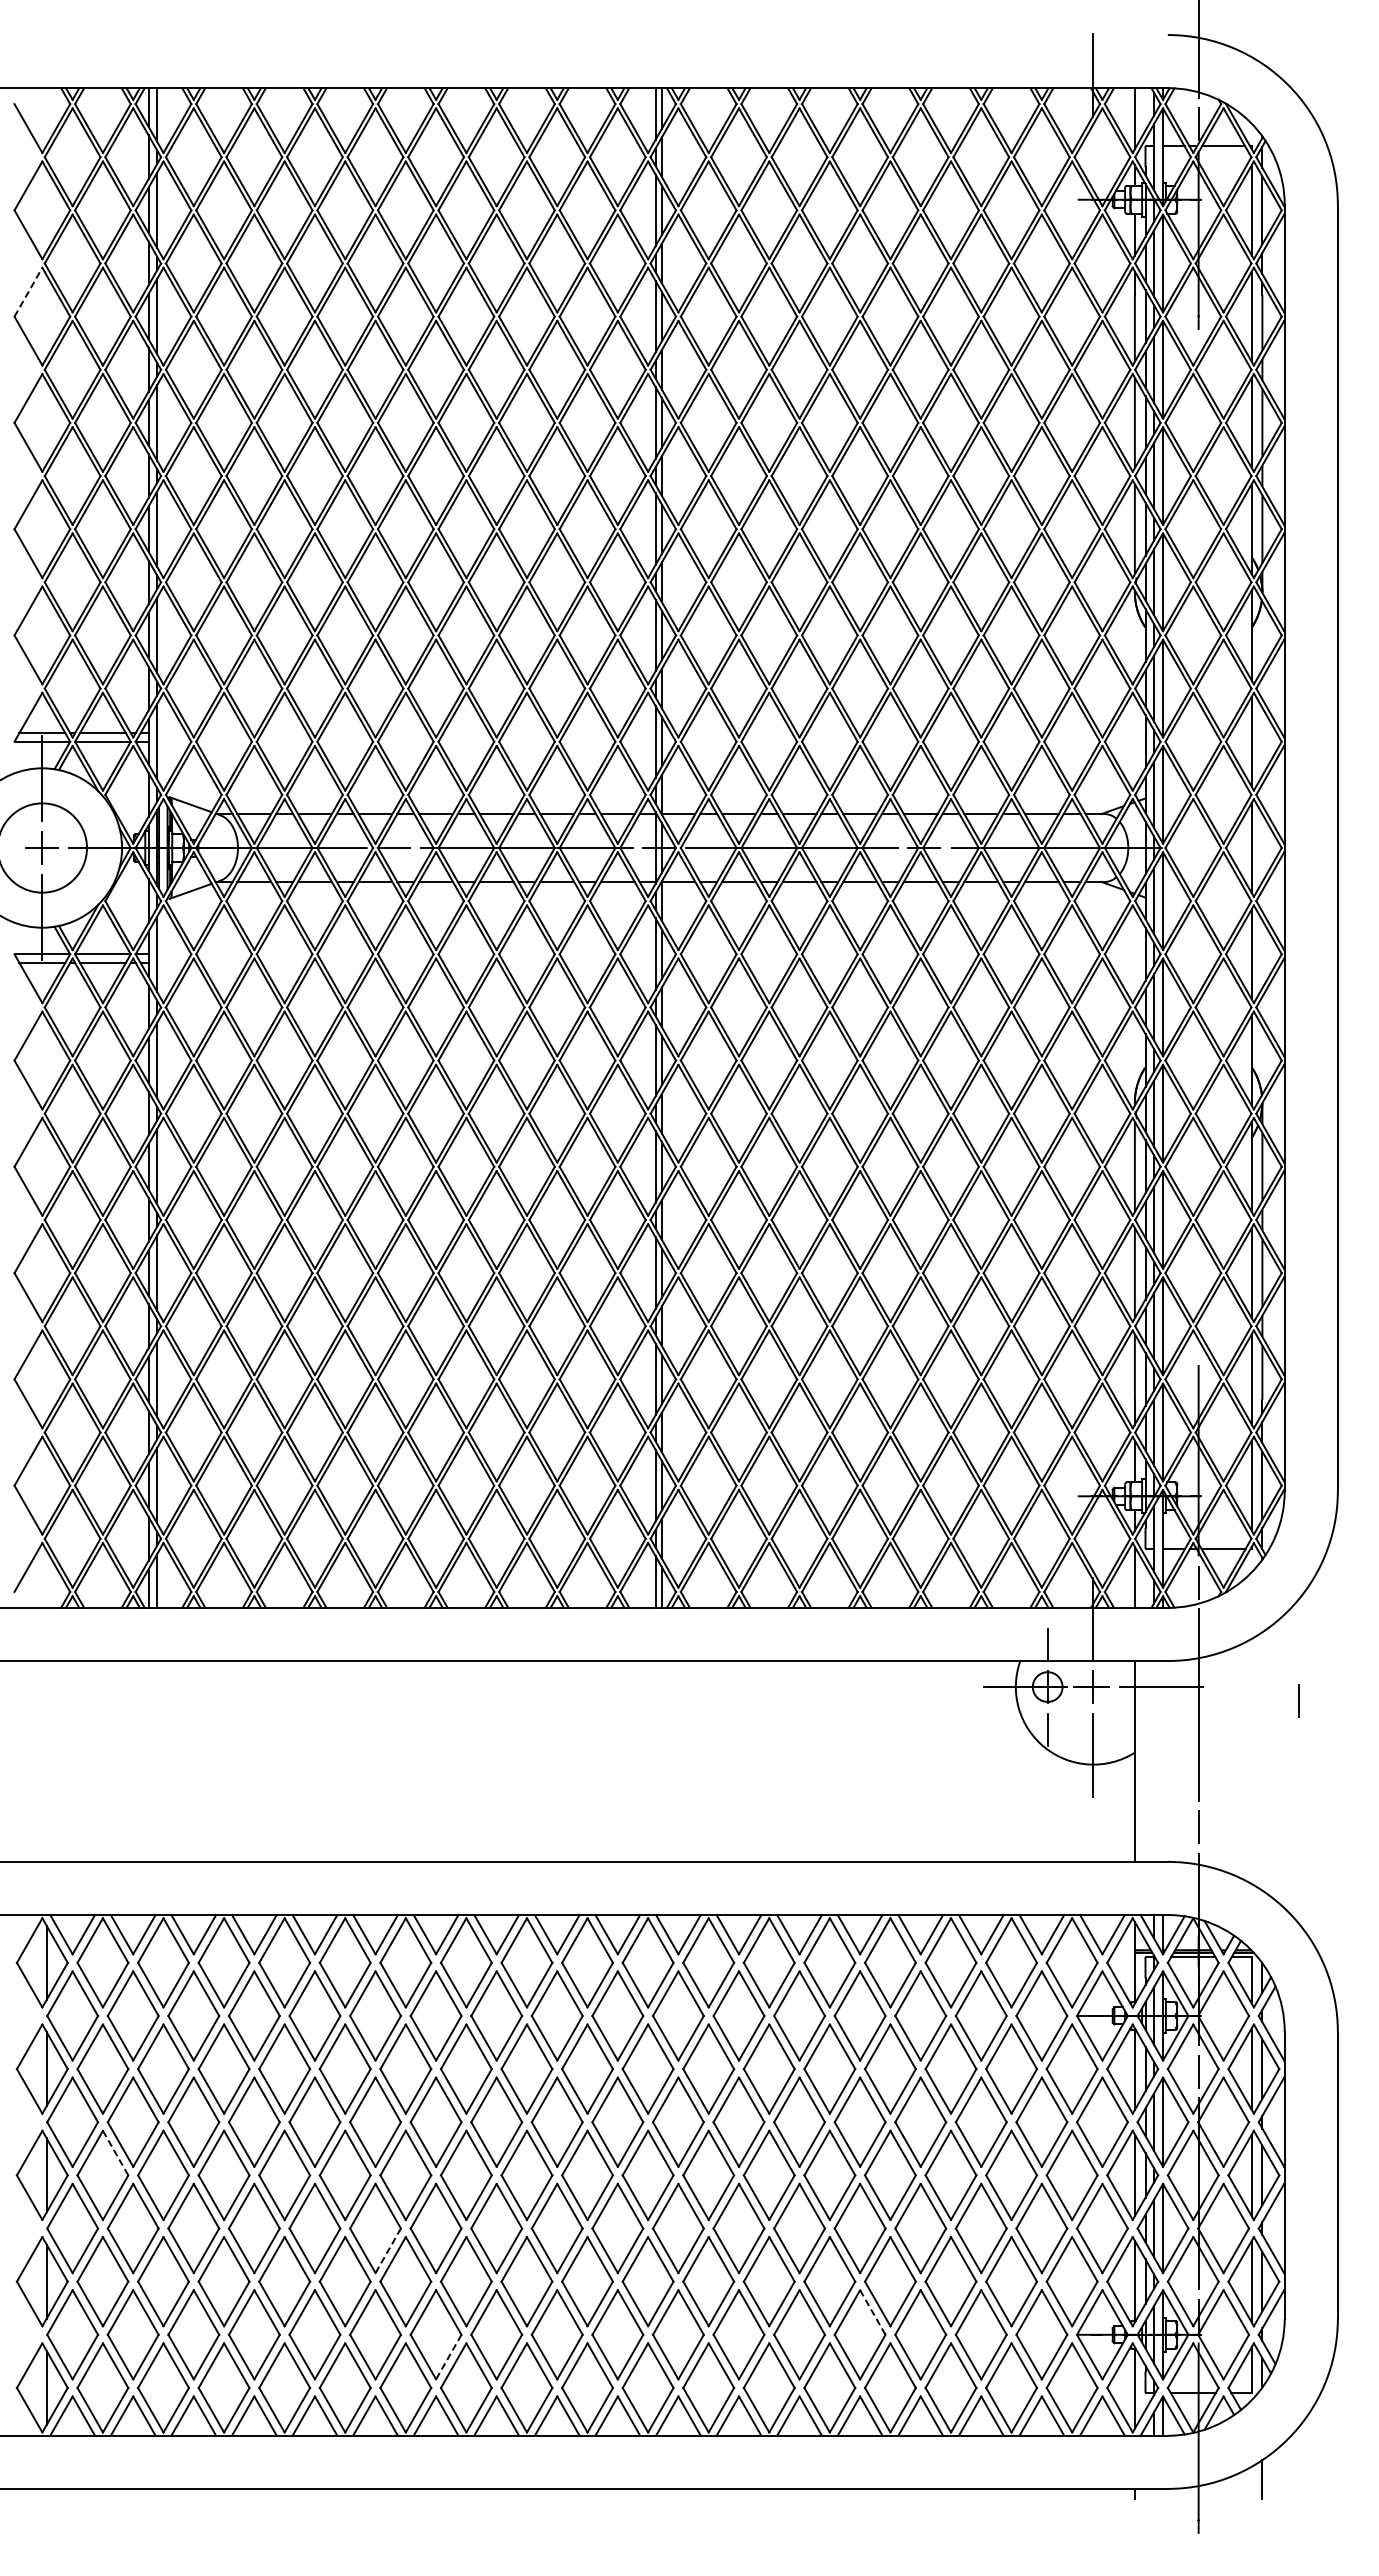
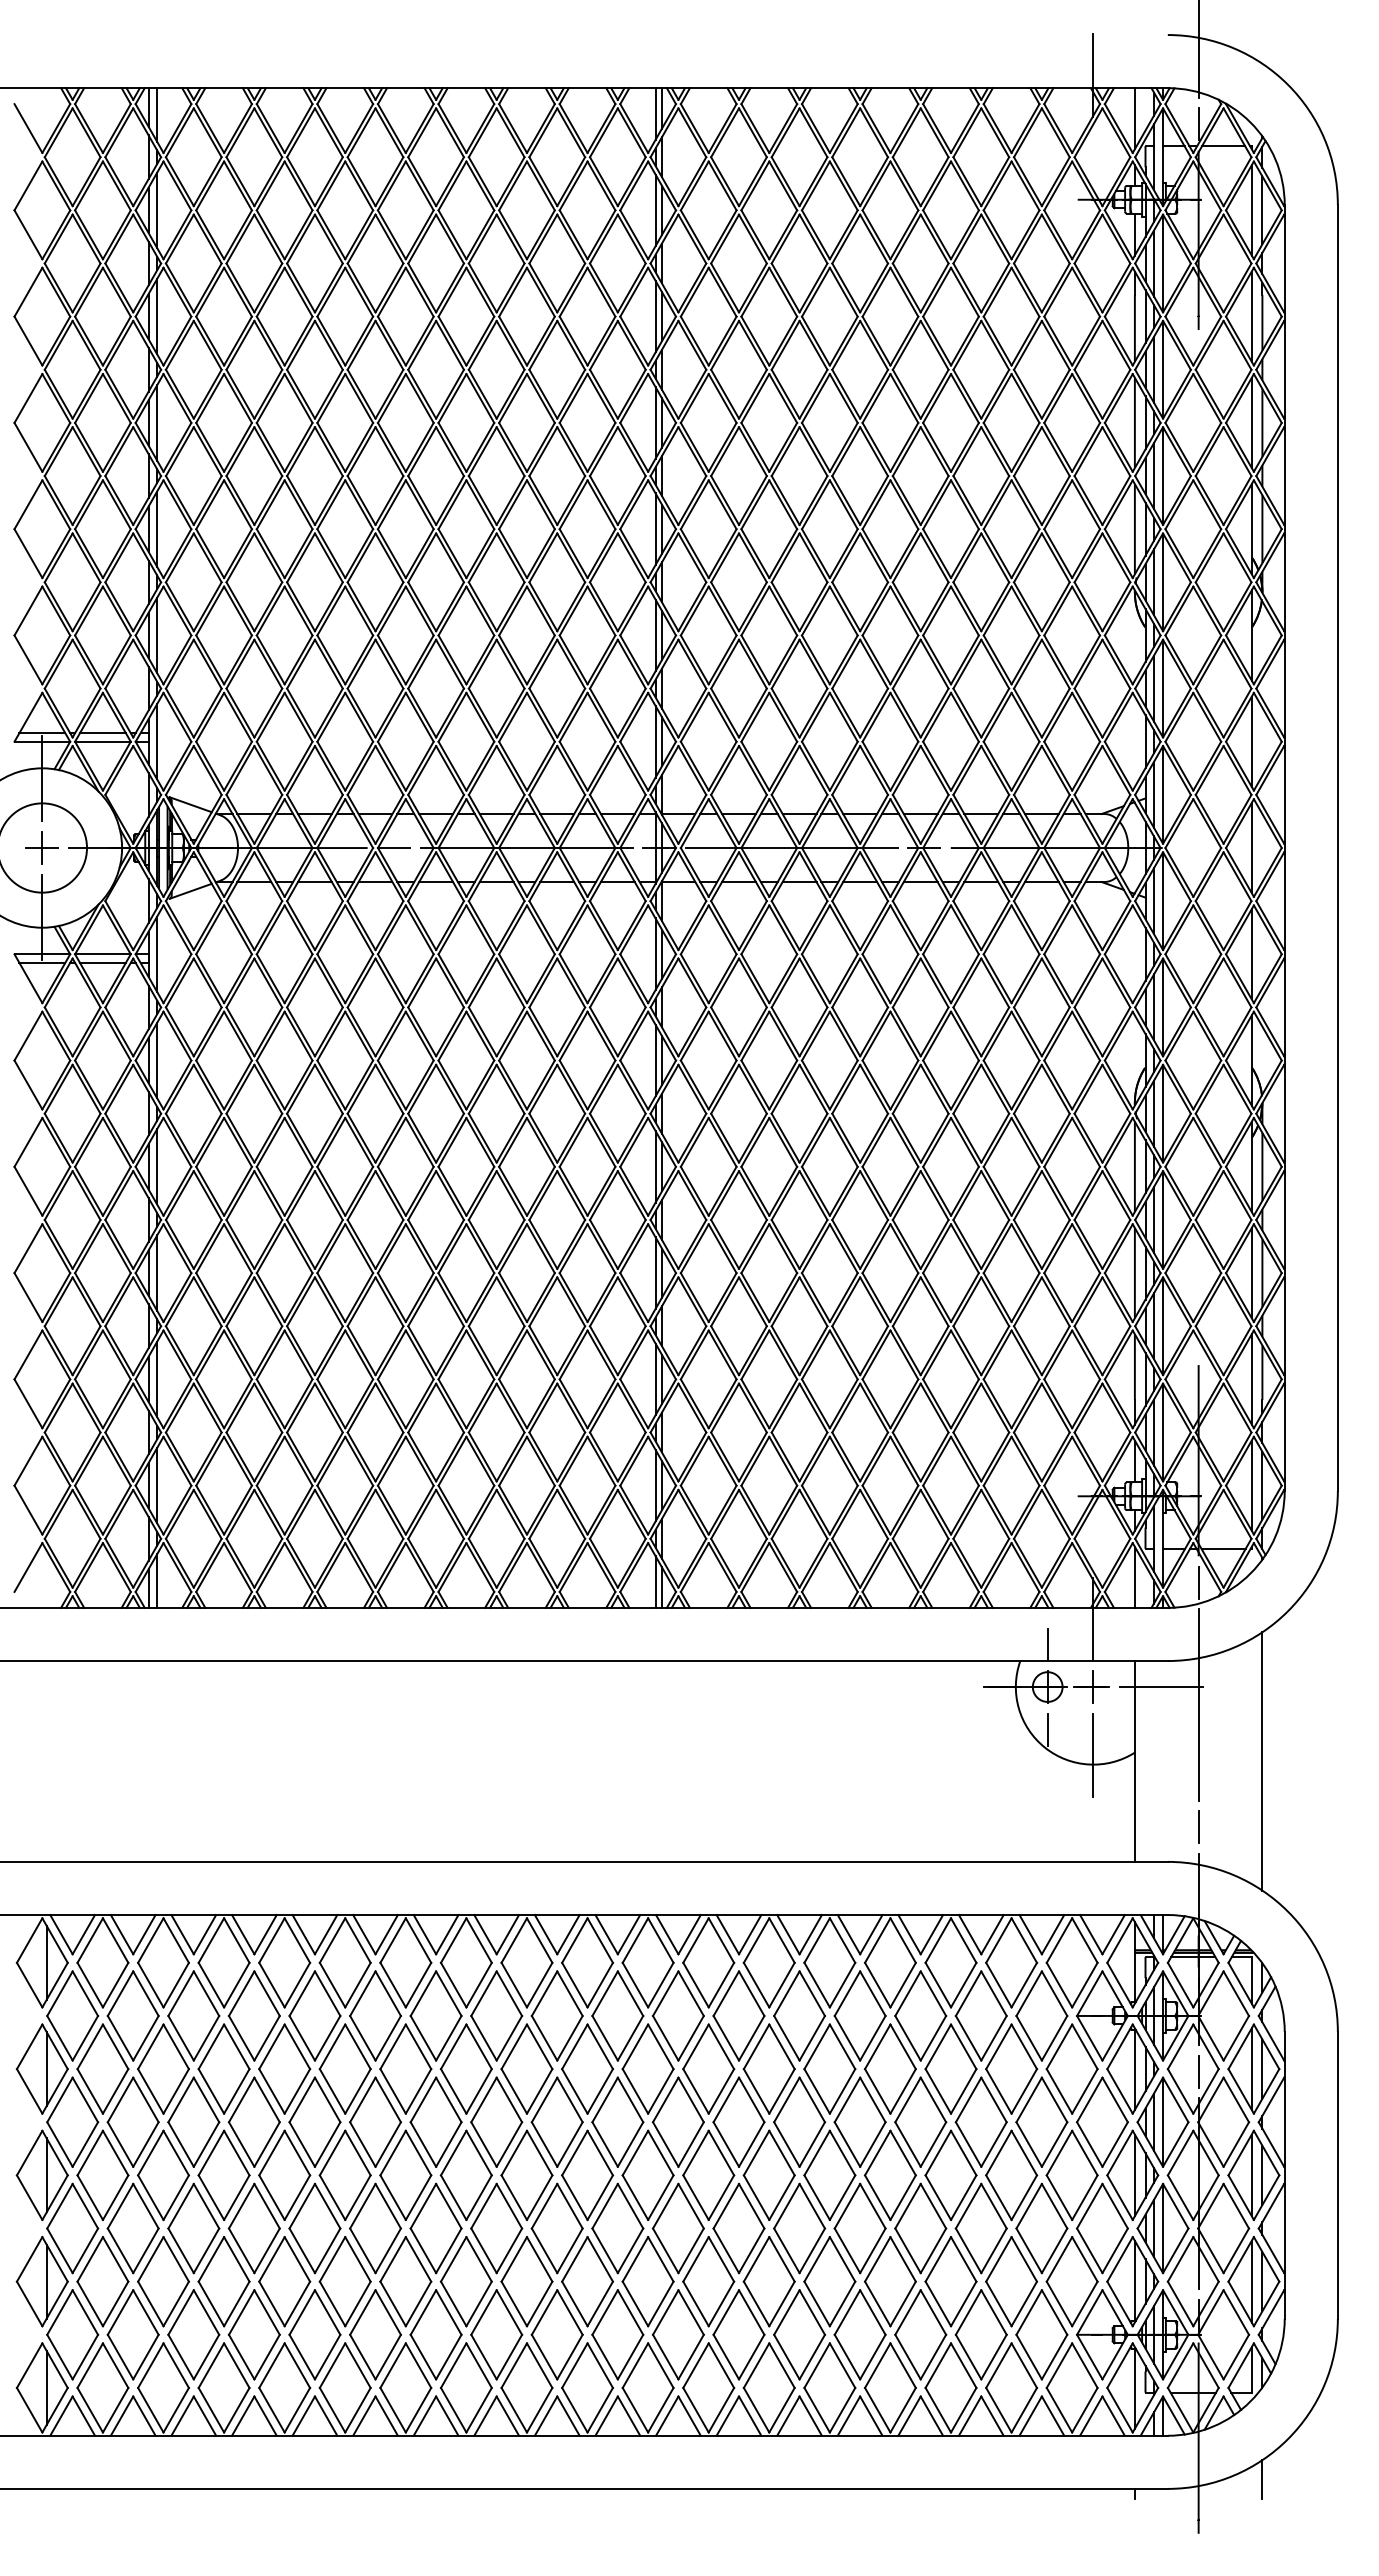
line at (28, 291): dashed -> solid
line at (1298, 1700): present -> none
line at (1262, 1761): none -> present
line at (115, 2153): dashed -> solid
line at (388, 2250): dashed -> solid
line at (872, 2312): dashed -> solid
line at (448, 2357): dashed -> solid
